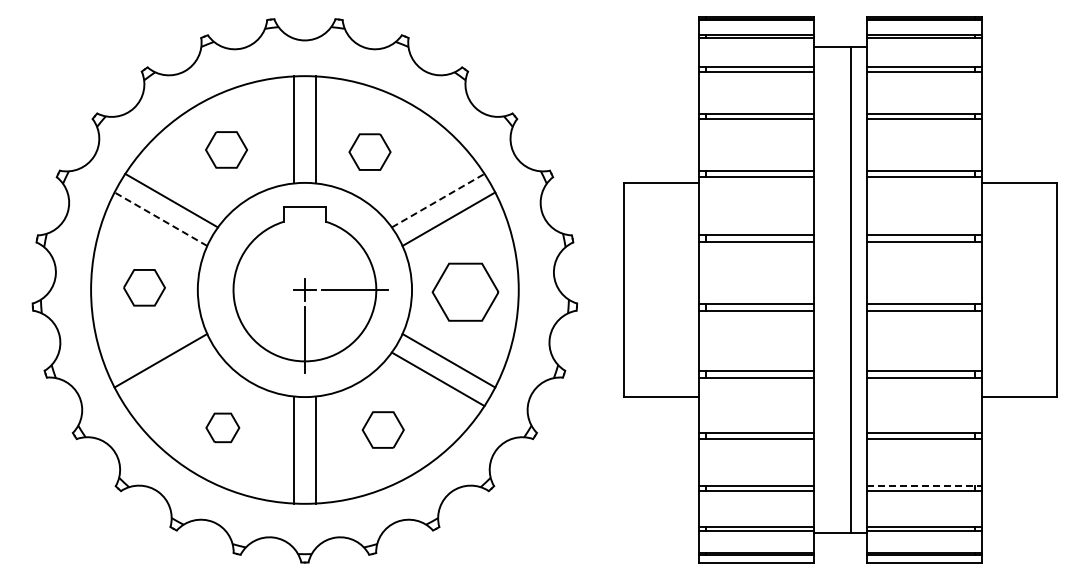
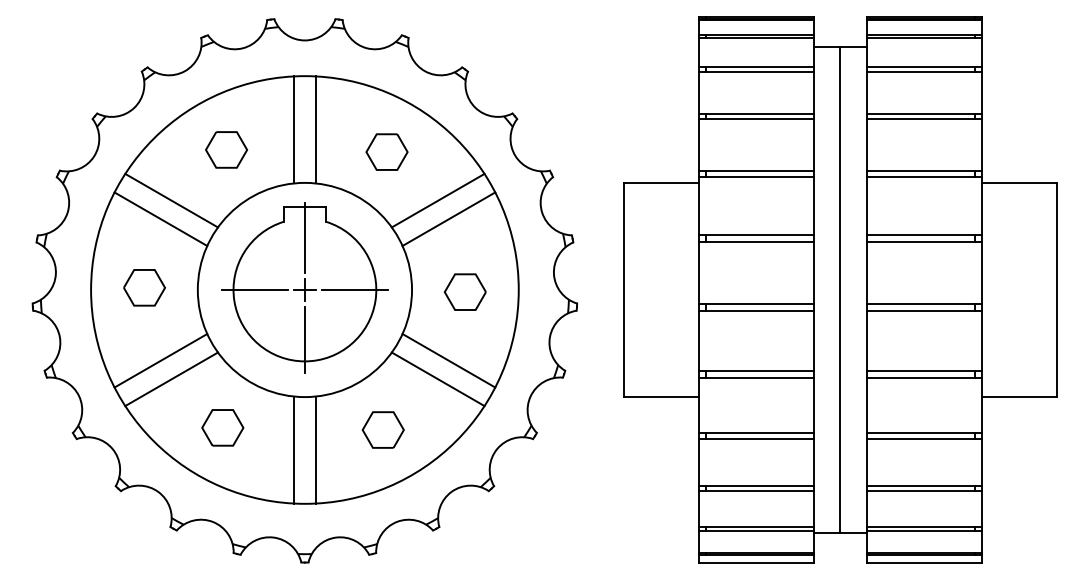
part at (369, 151) position: (369, 151) -> (386, 151)
line at (438, 200): dashed -> solid
line at (160, 219): dashed -> solid
line at (304, 237): none -> present
line at (851, 289) position: (851, 289) -> (840, 289)
line at (254, 290): none -> present
part at (465, 291) size: 69x60 px -> 44x38 px
line at (171, 379): none -> present
part at (222, 427) size: 36x32 px -> 44x38 px
line at (925, 486): dashed -> solid
